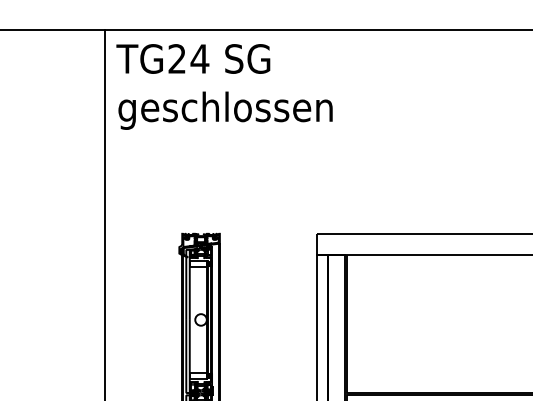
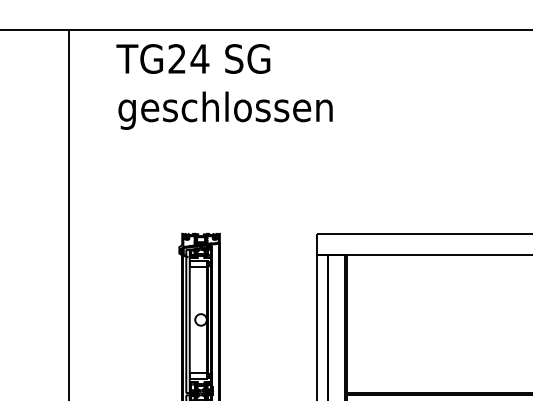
line at (105, 213) position: (105, 213) -> (69, 213)
